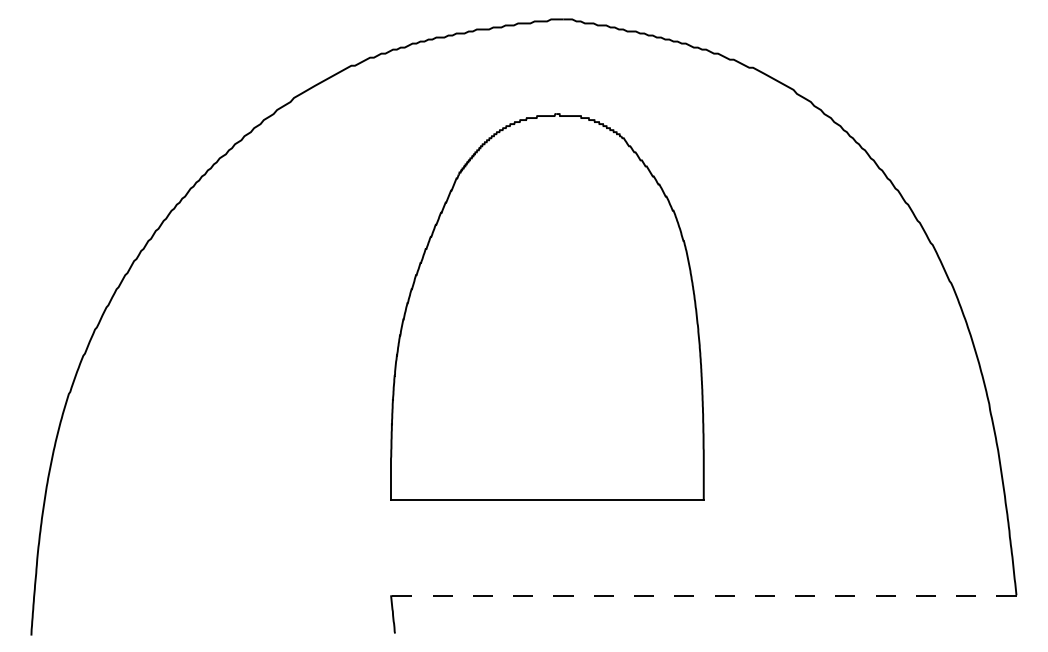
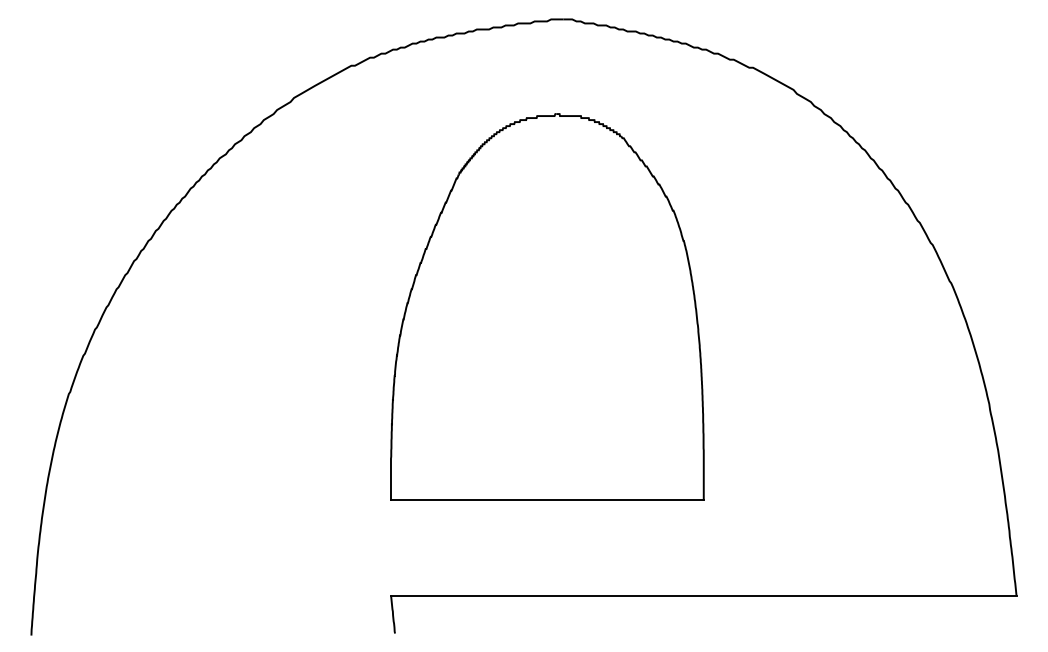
line at (703, 596): dashed -> solid
